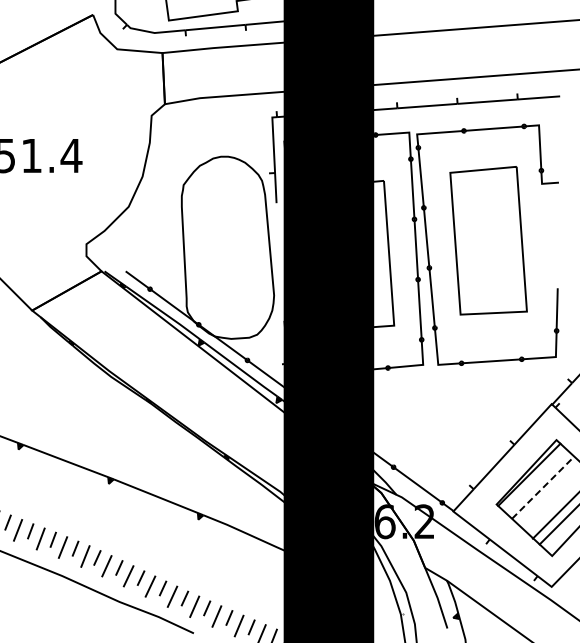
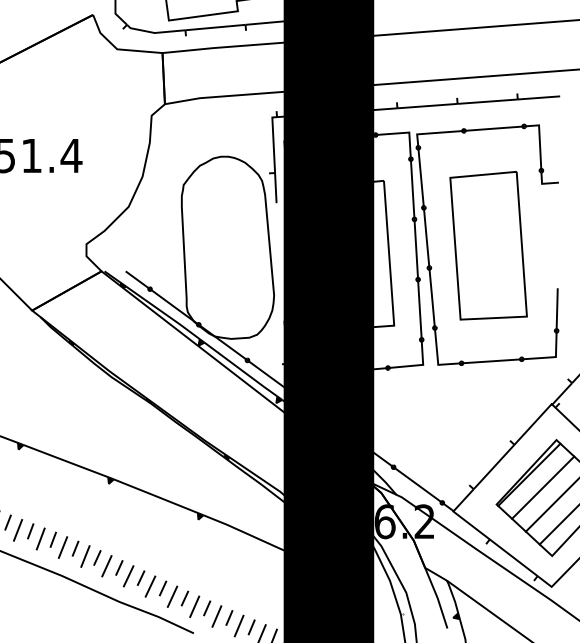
part at (488, 240) position: (488, 240) -> (488, 245)
line at (543, 487): dashed -> solid
line at (554, 516) position: (554, 516) -> (550, 505)
